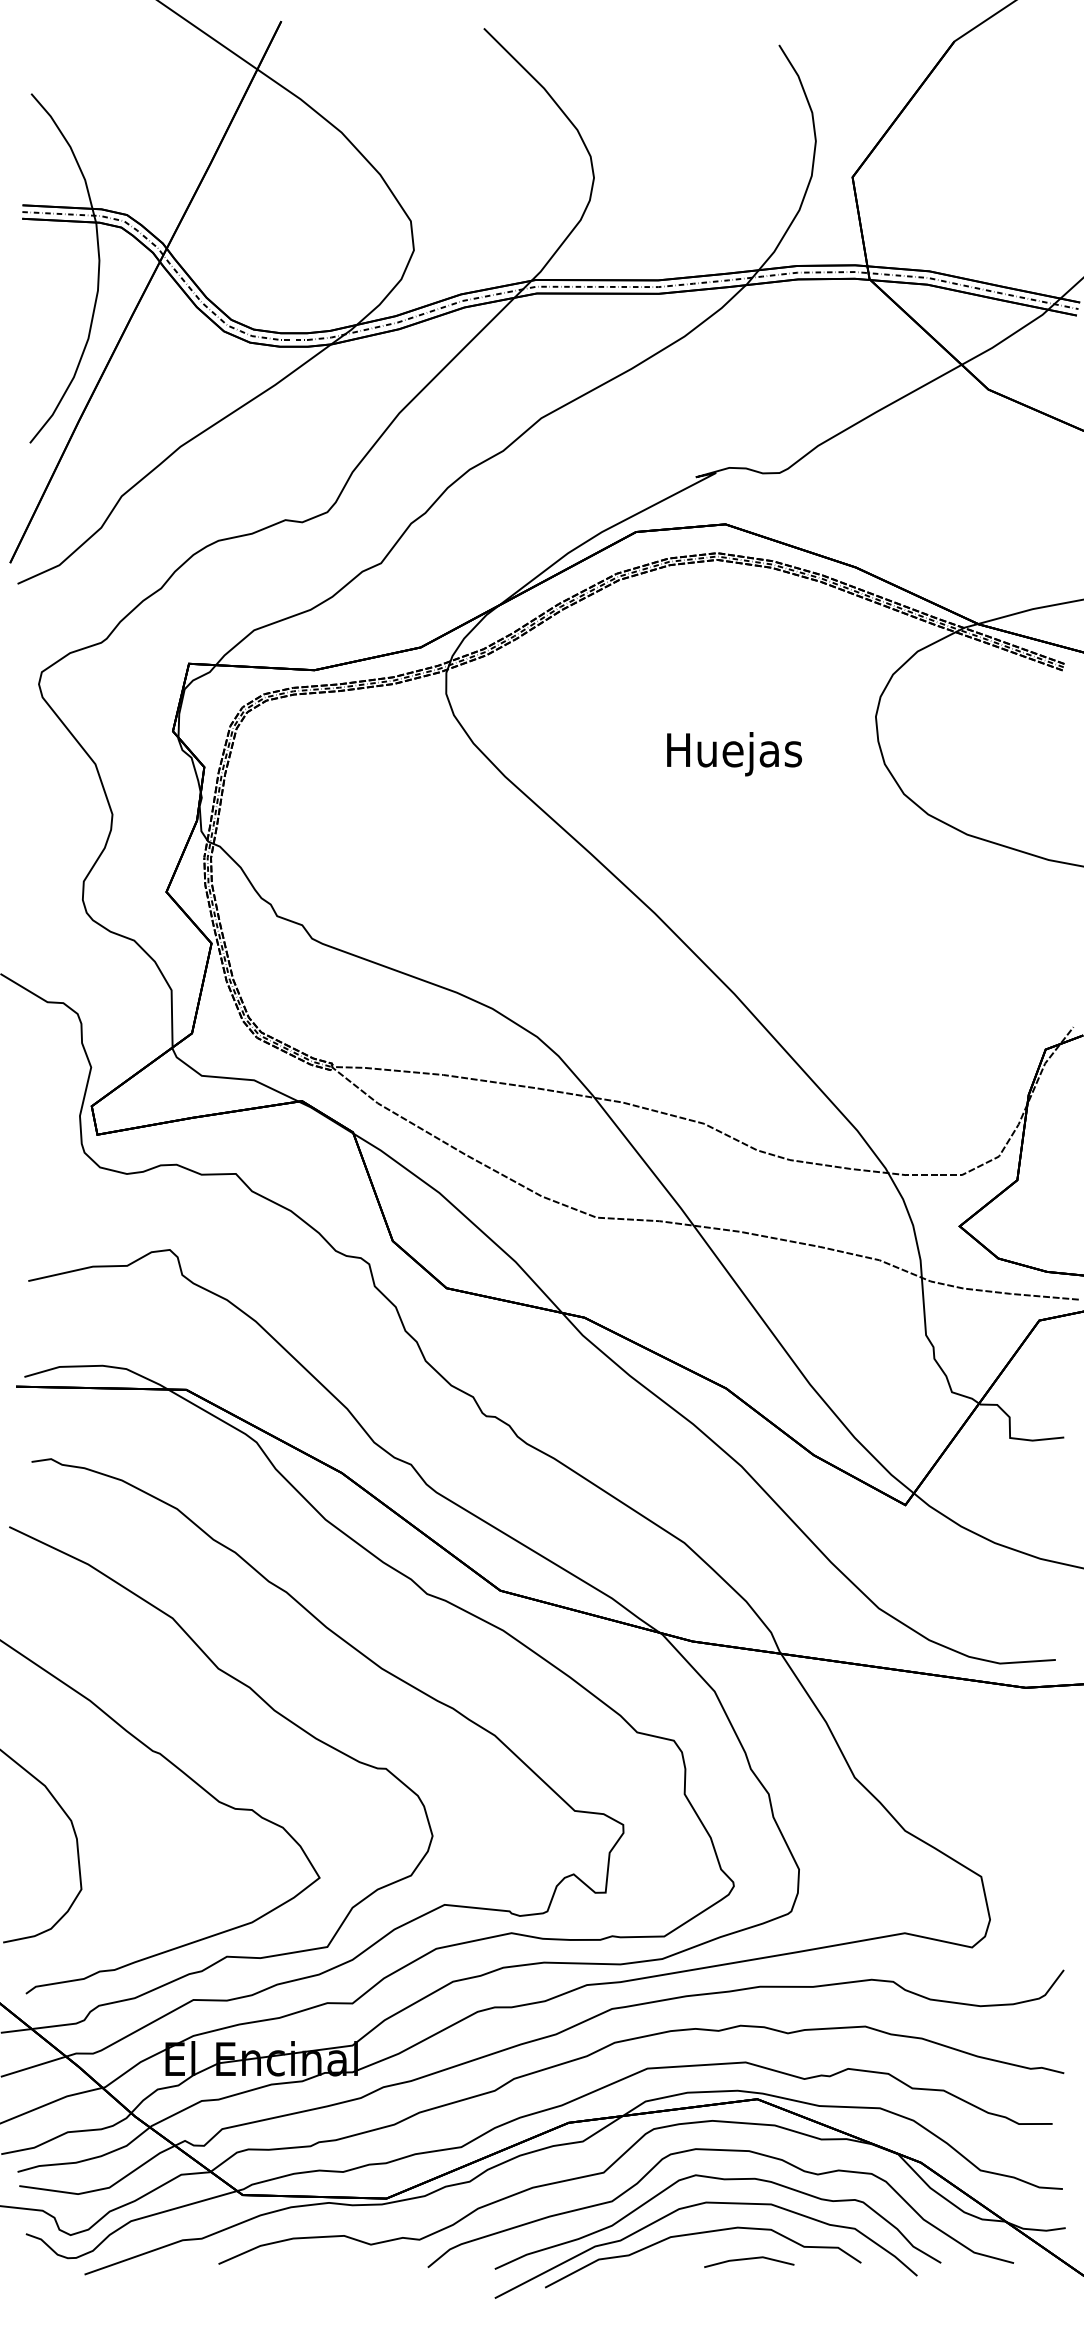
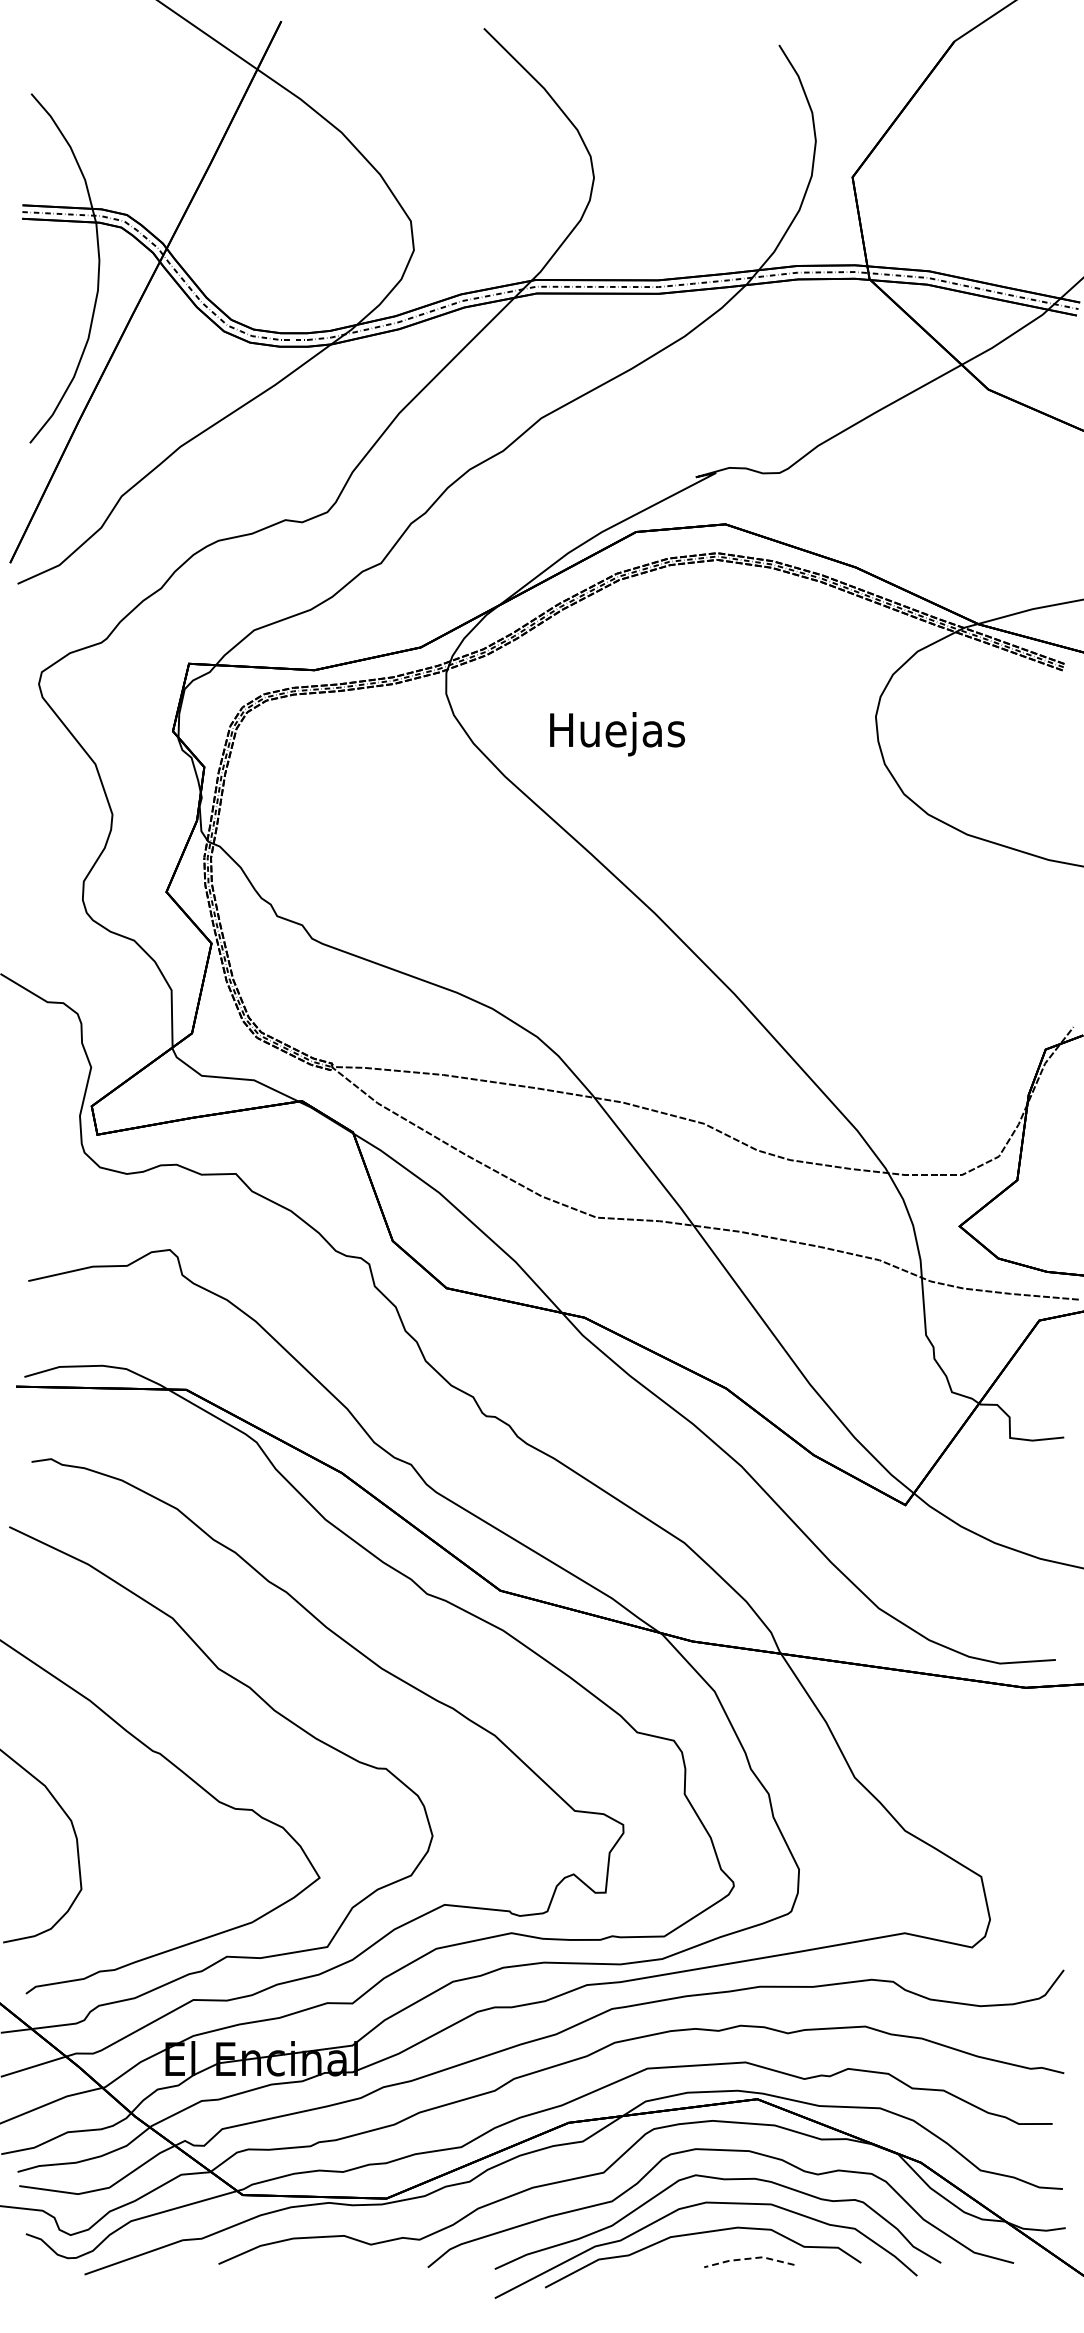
text at (734, 754) position: (734, 754) -> (617, 734)
line at (749, 2258): solid -> dashed
